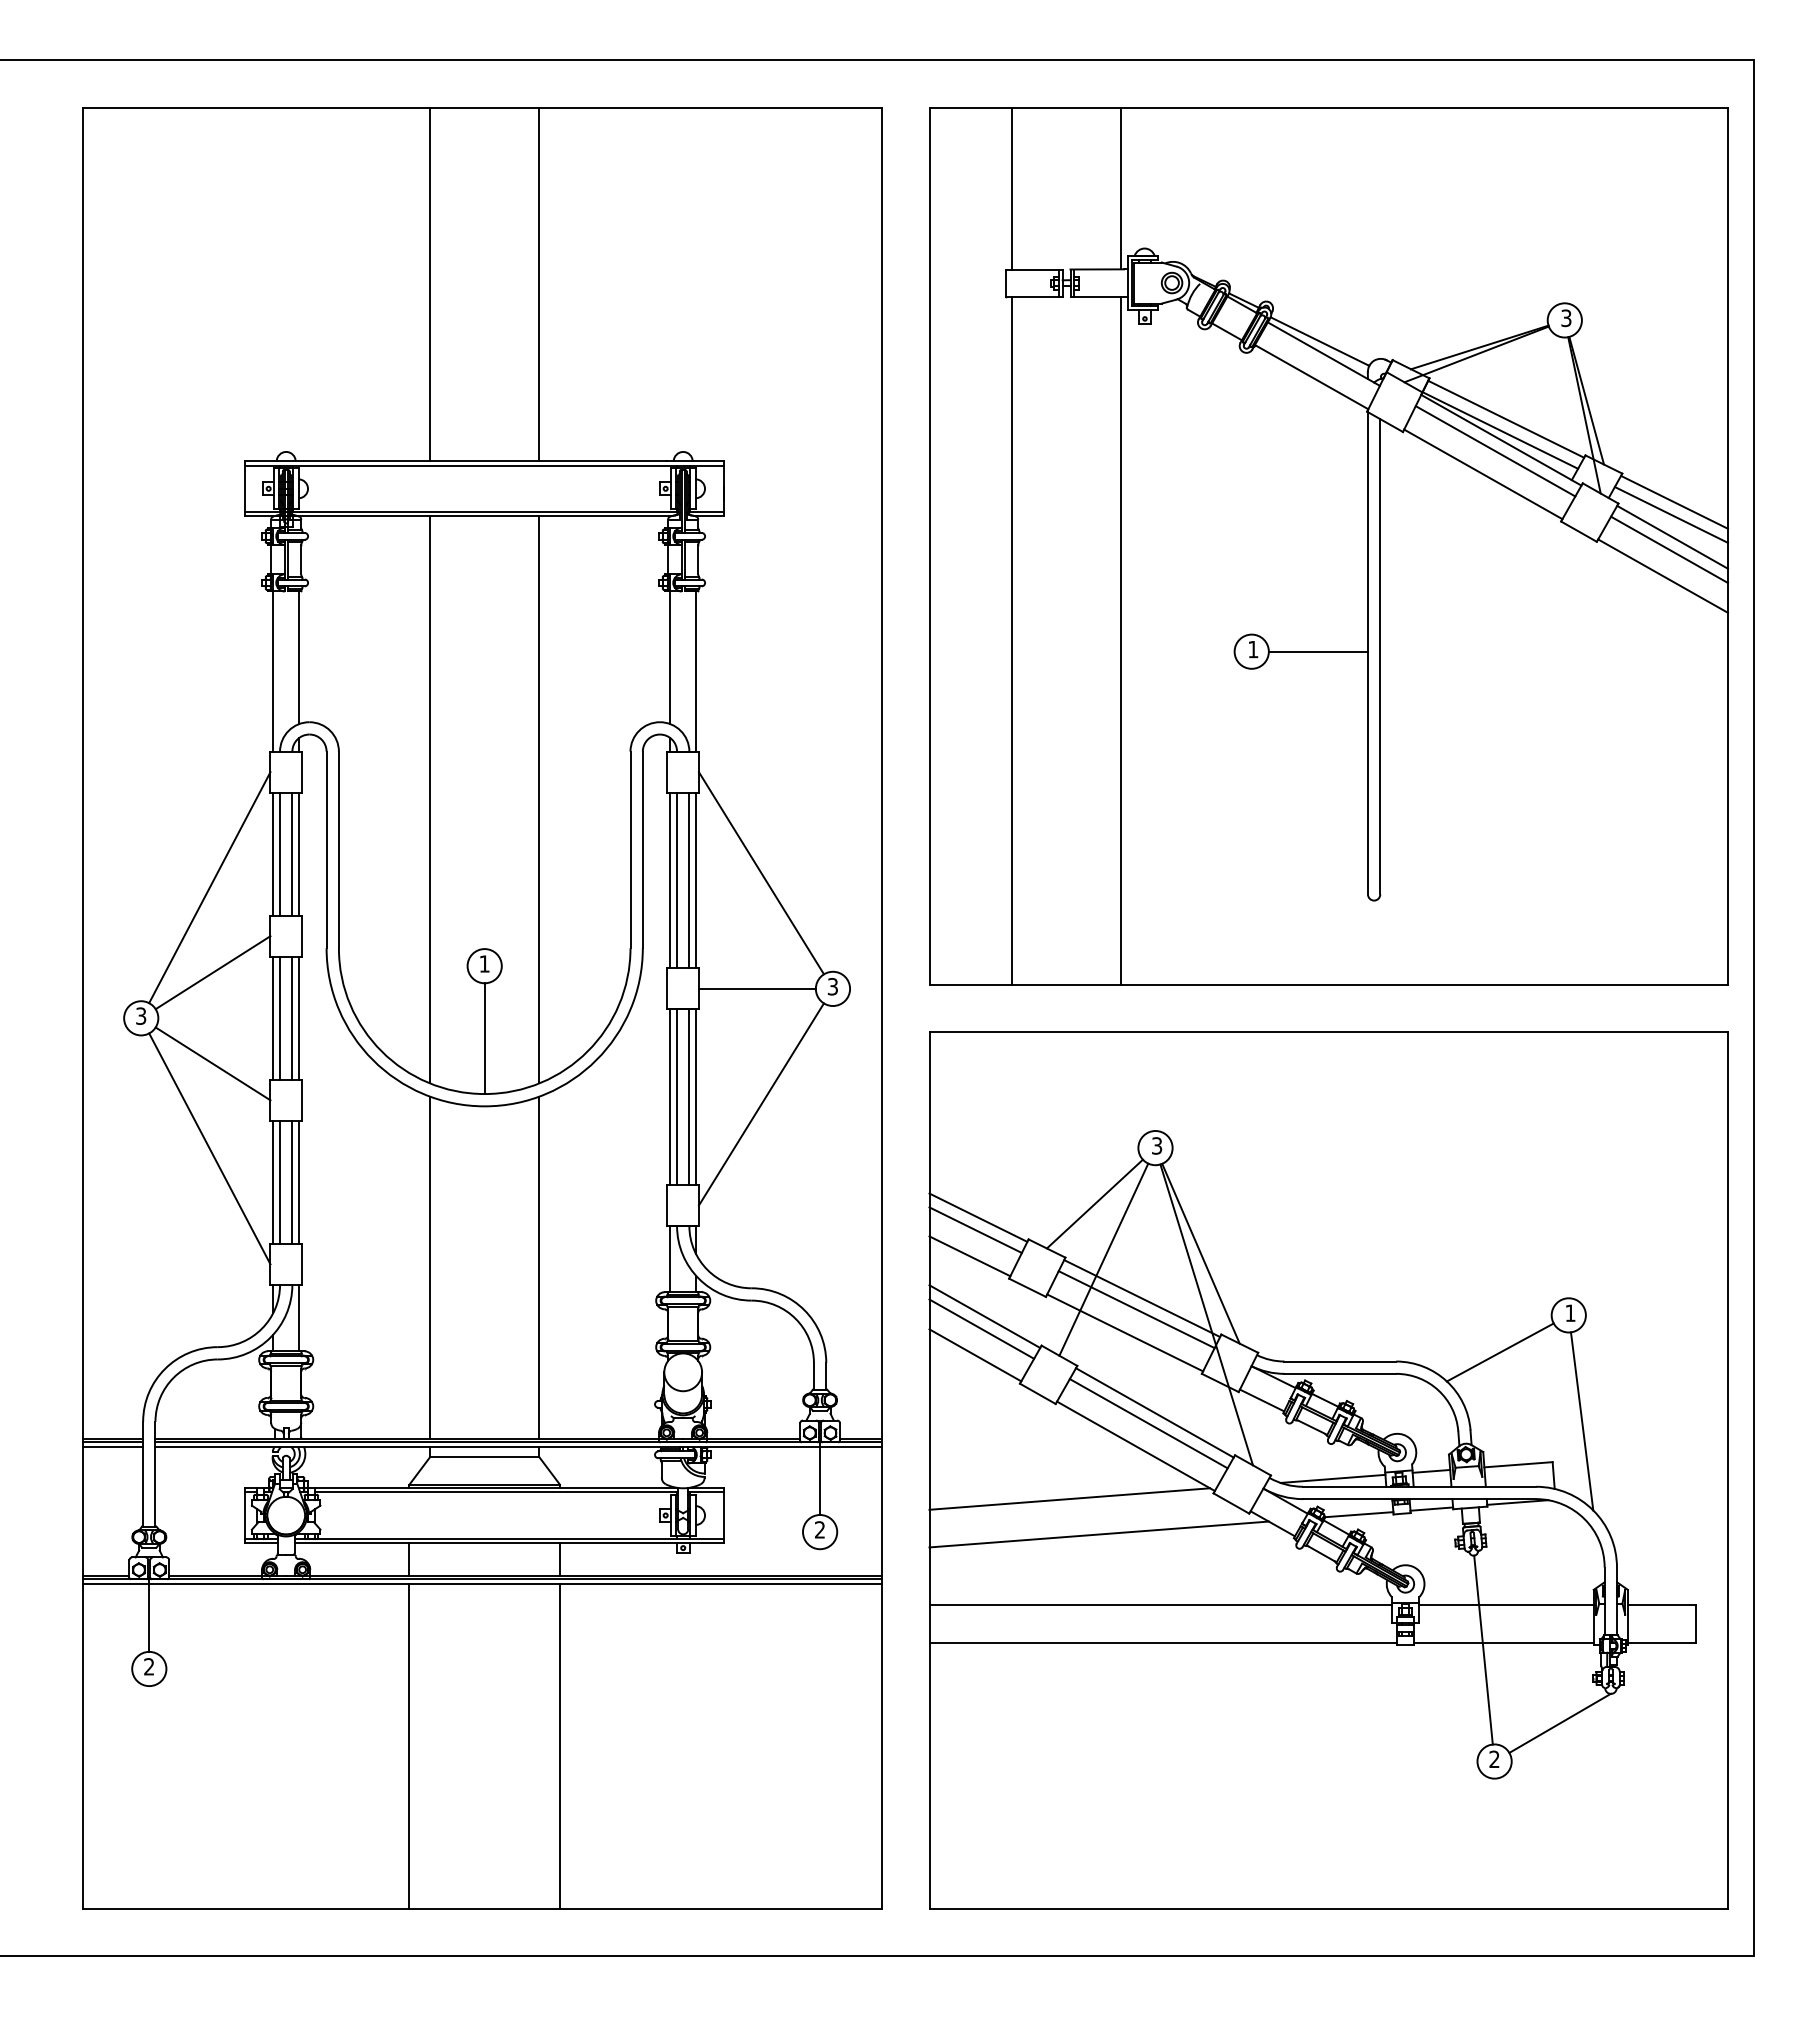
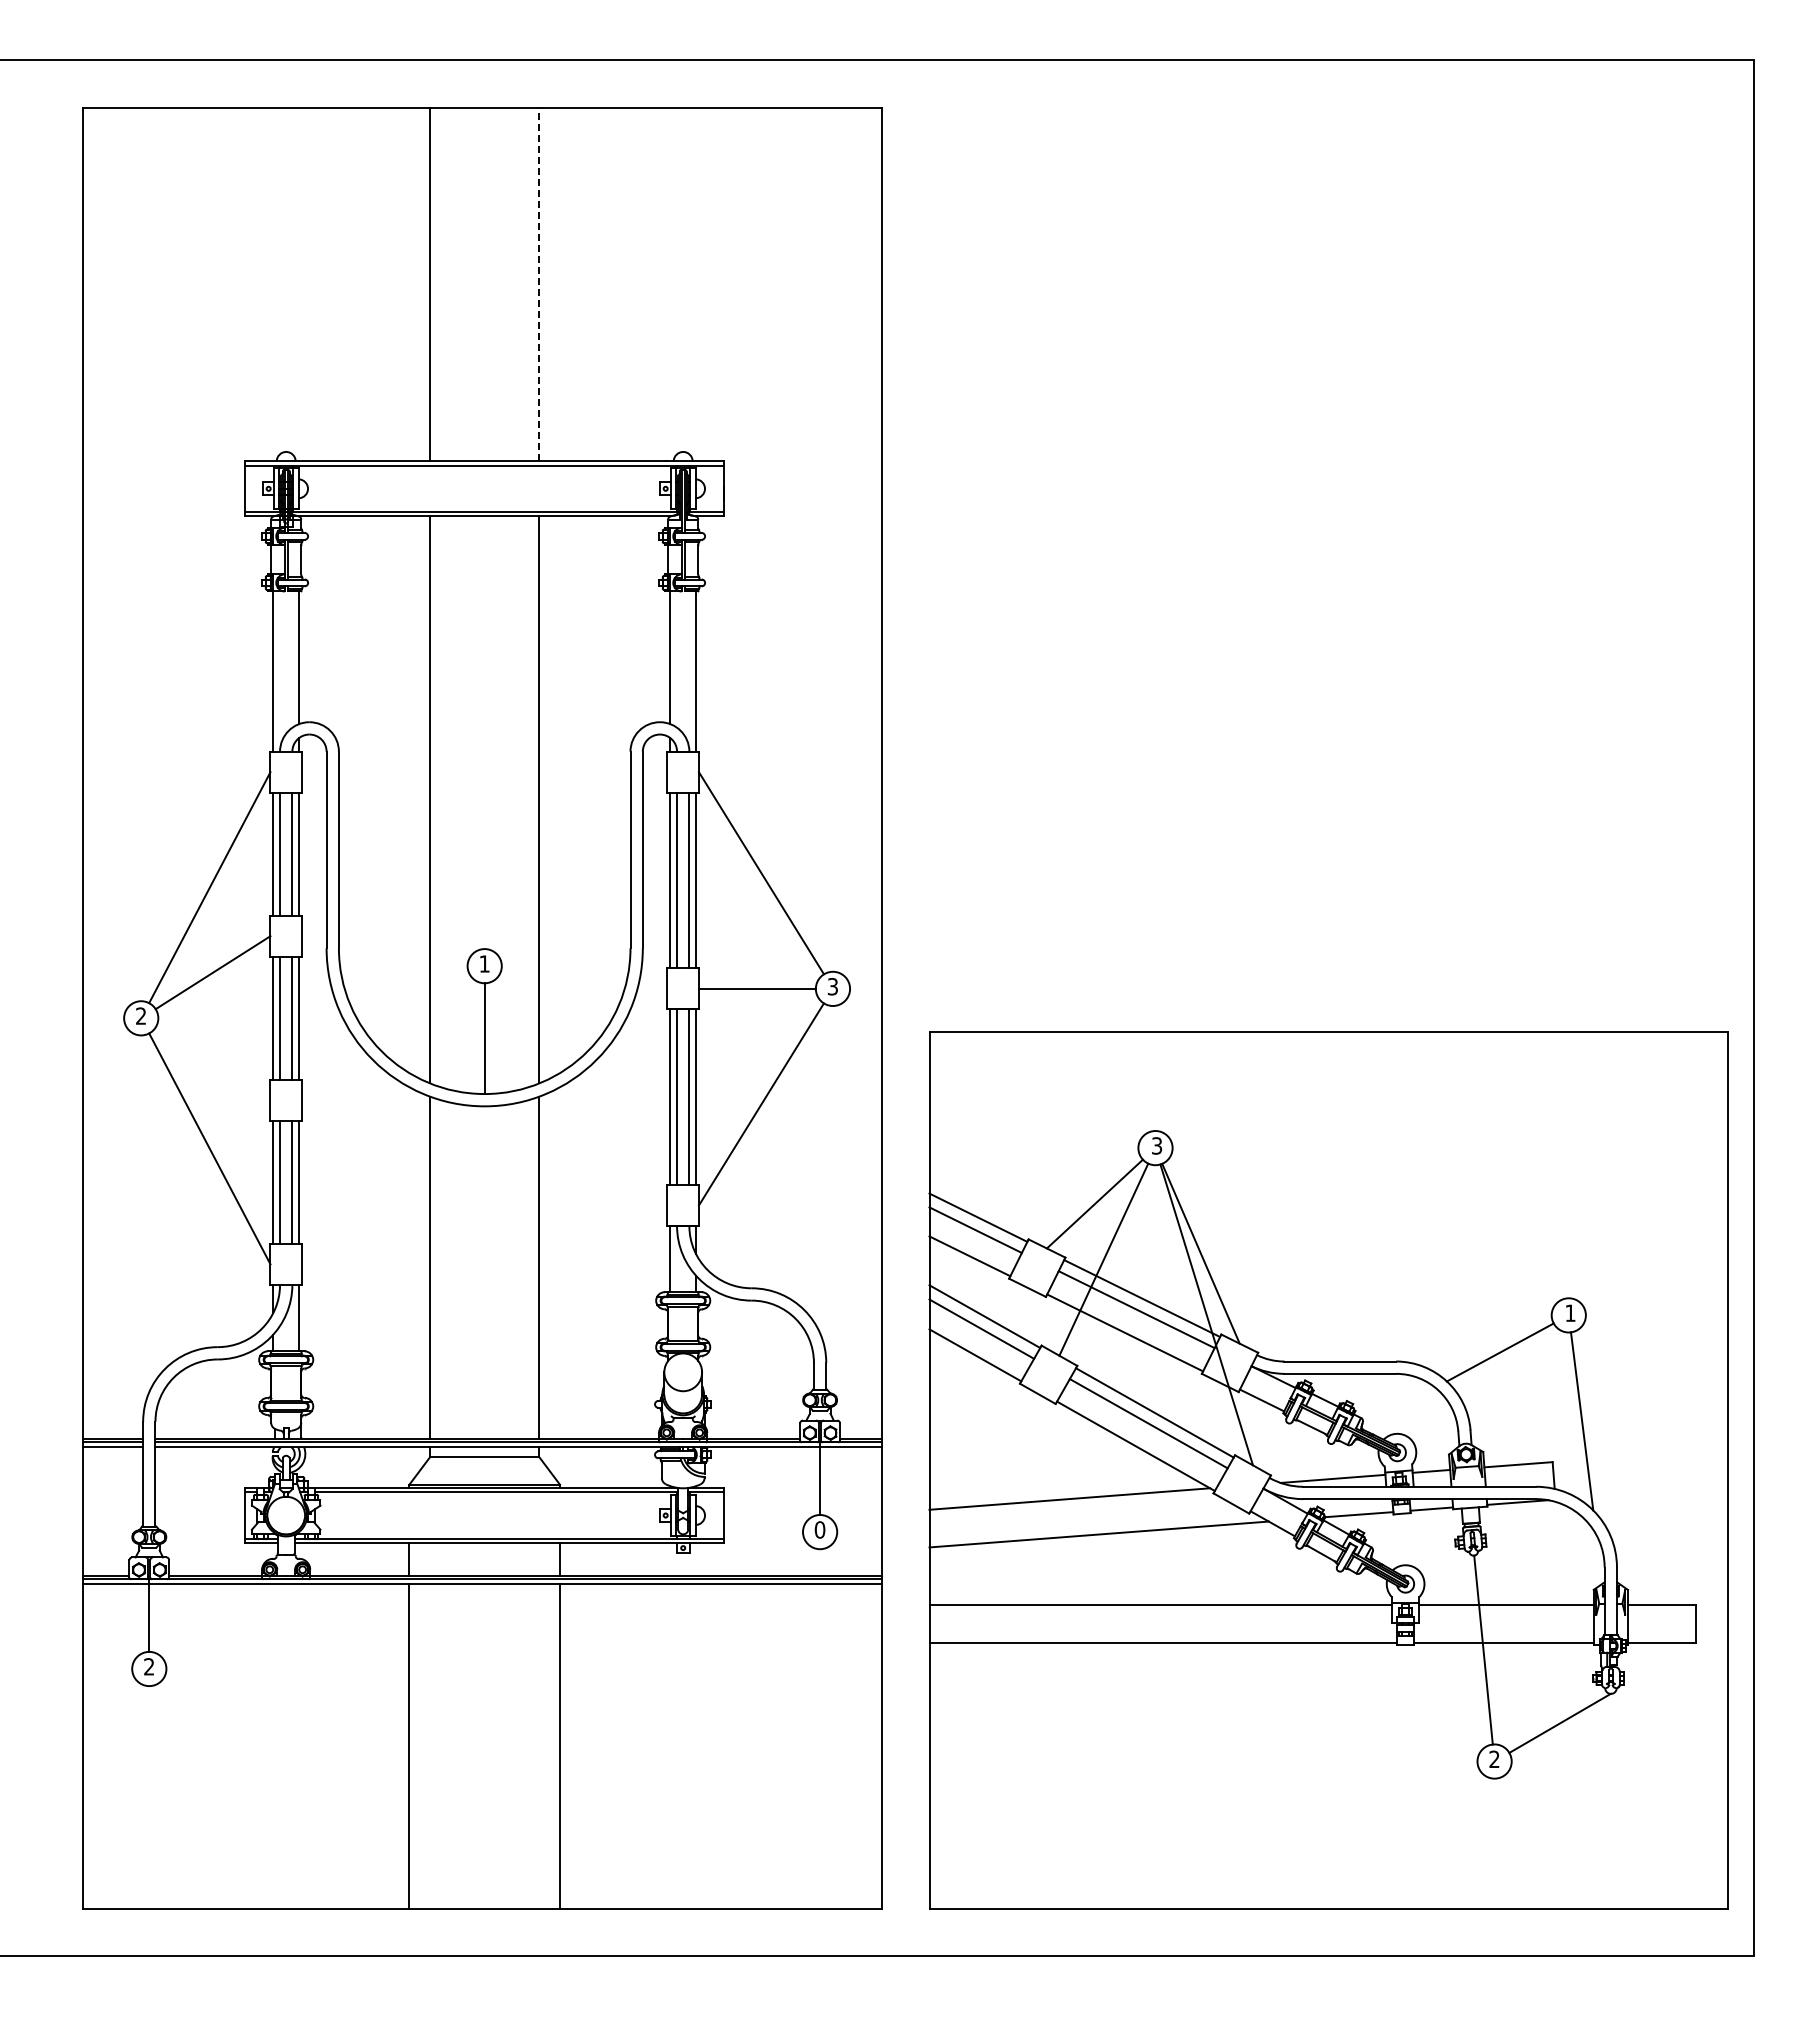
line at (539, 284): solid -> dashed
part at (1329, 546): present -> none
text at (141, 1015): 3 -> 2
line at (212, 1063): present -> none
text at (819, 1529): 2 -> 0
